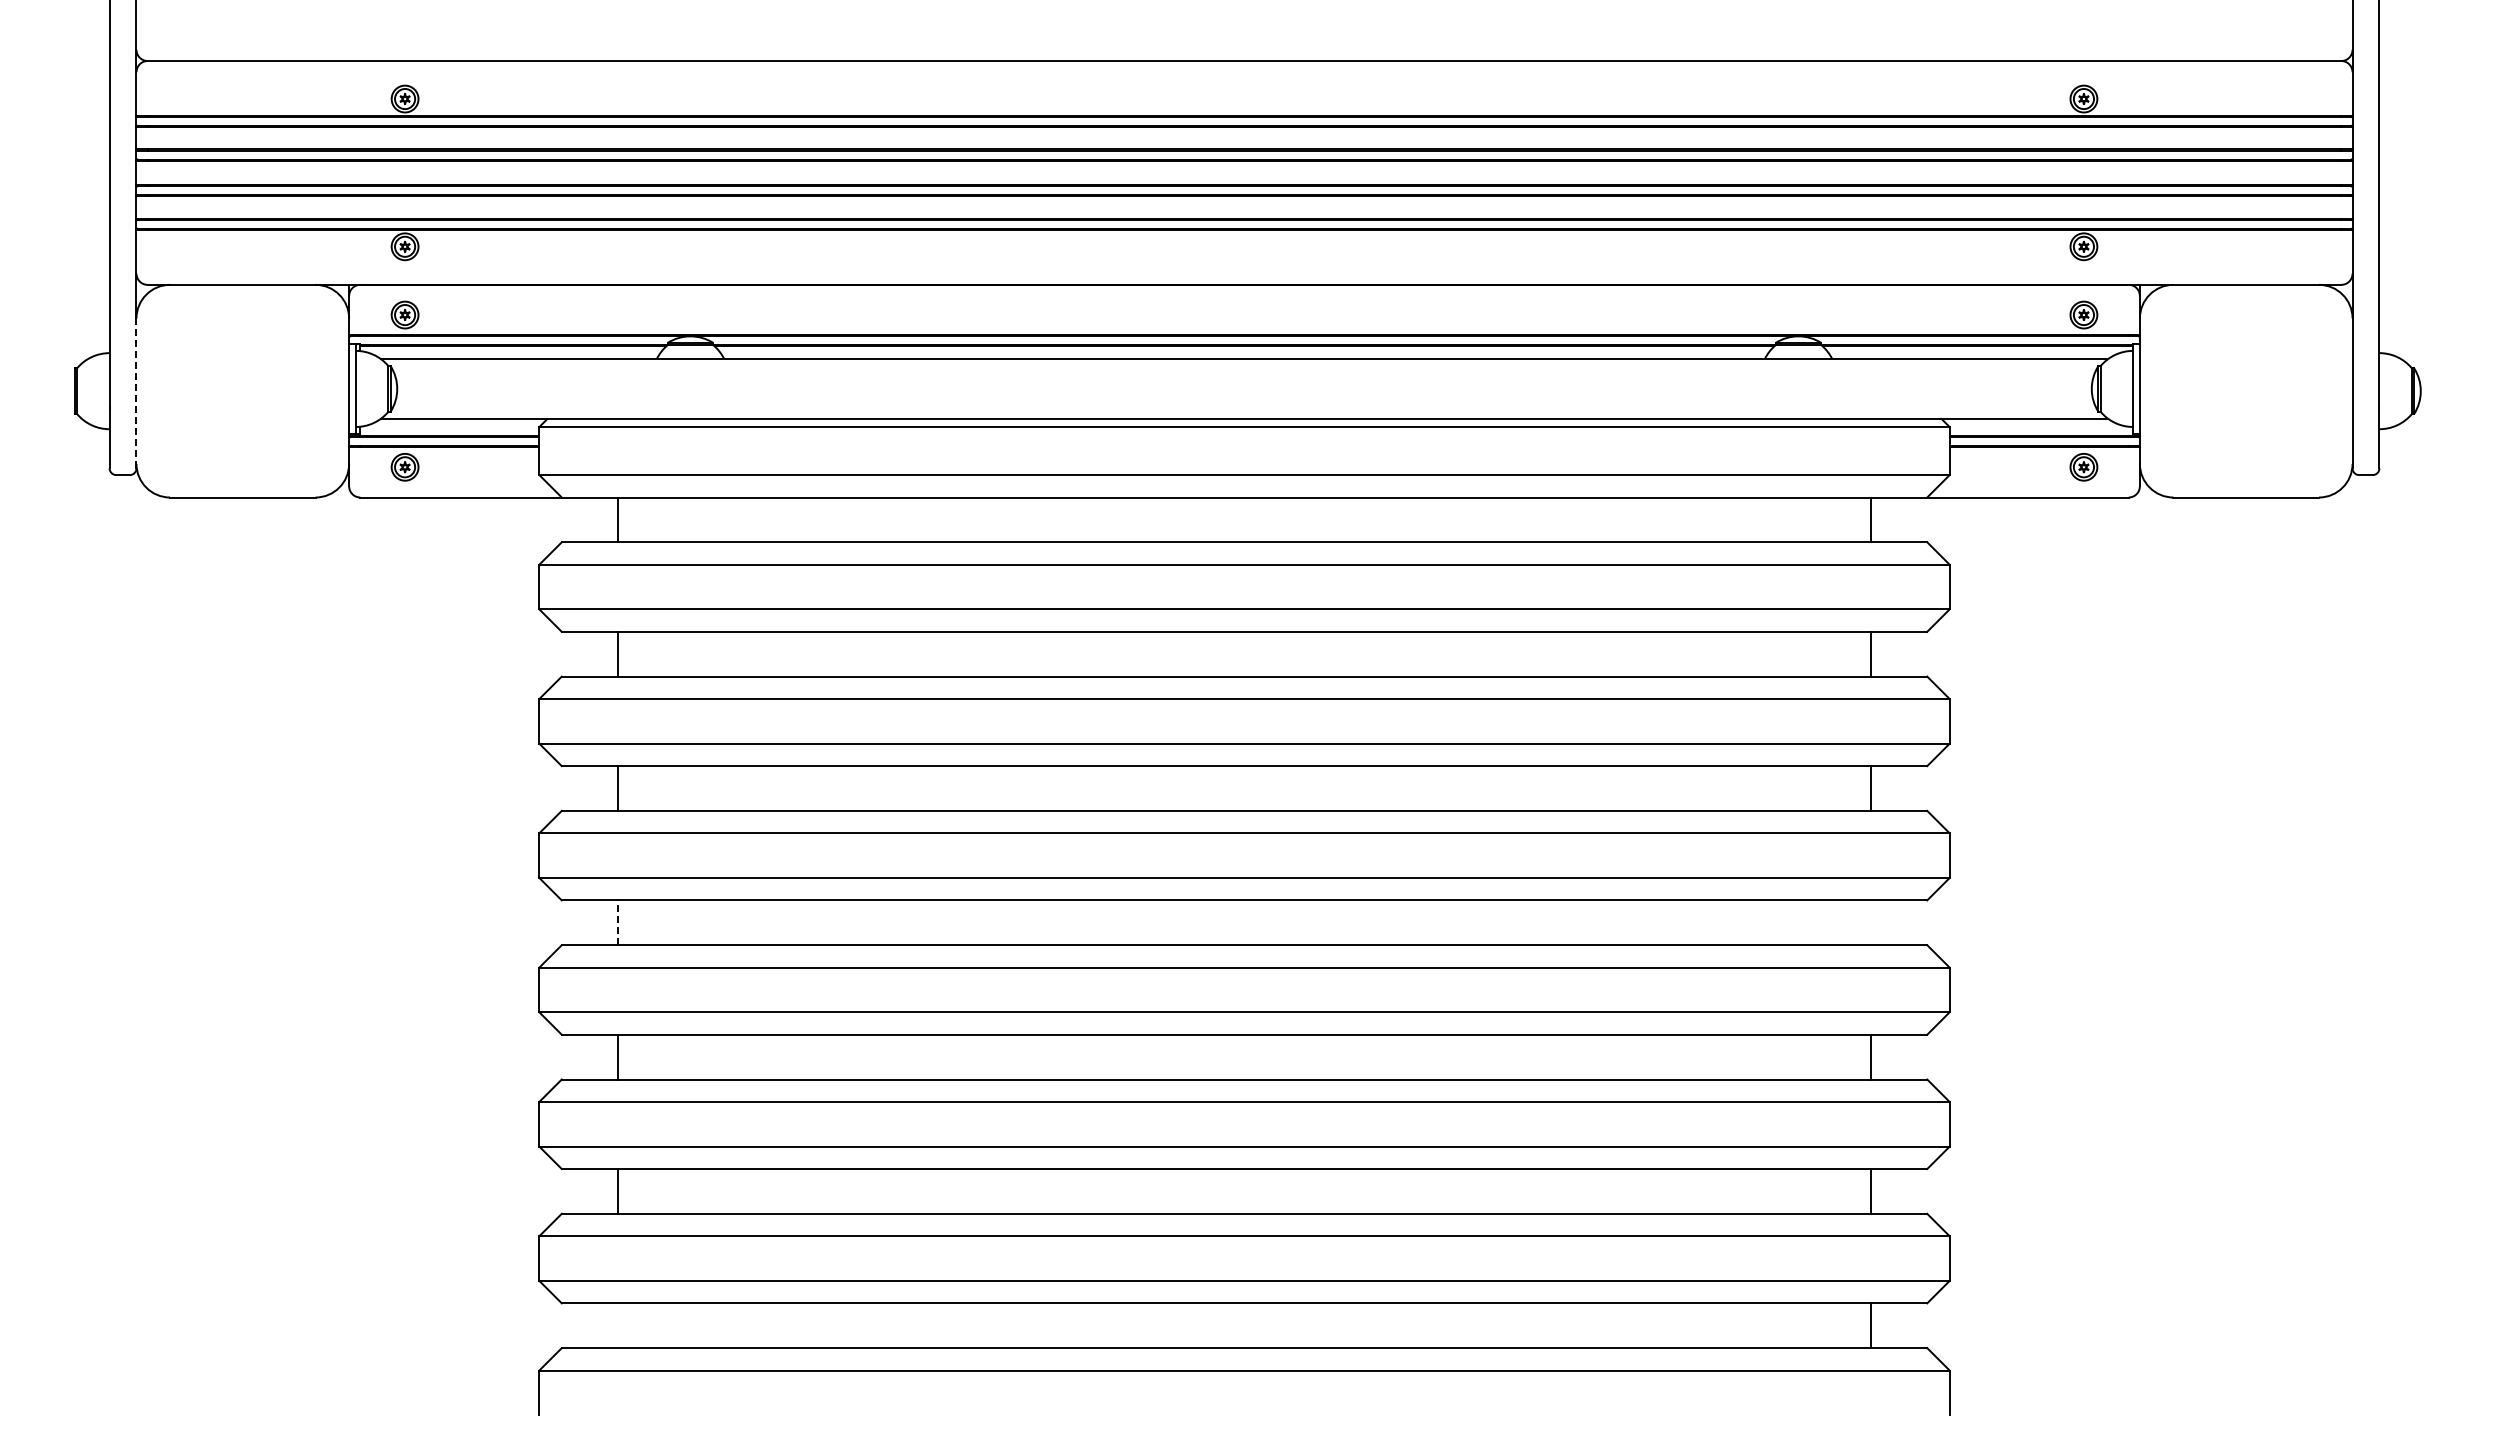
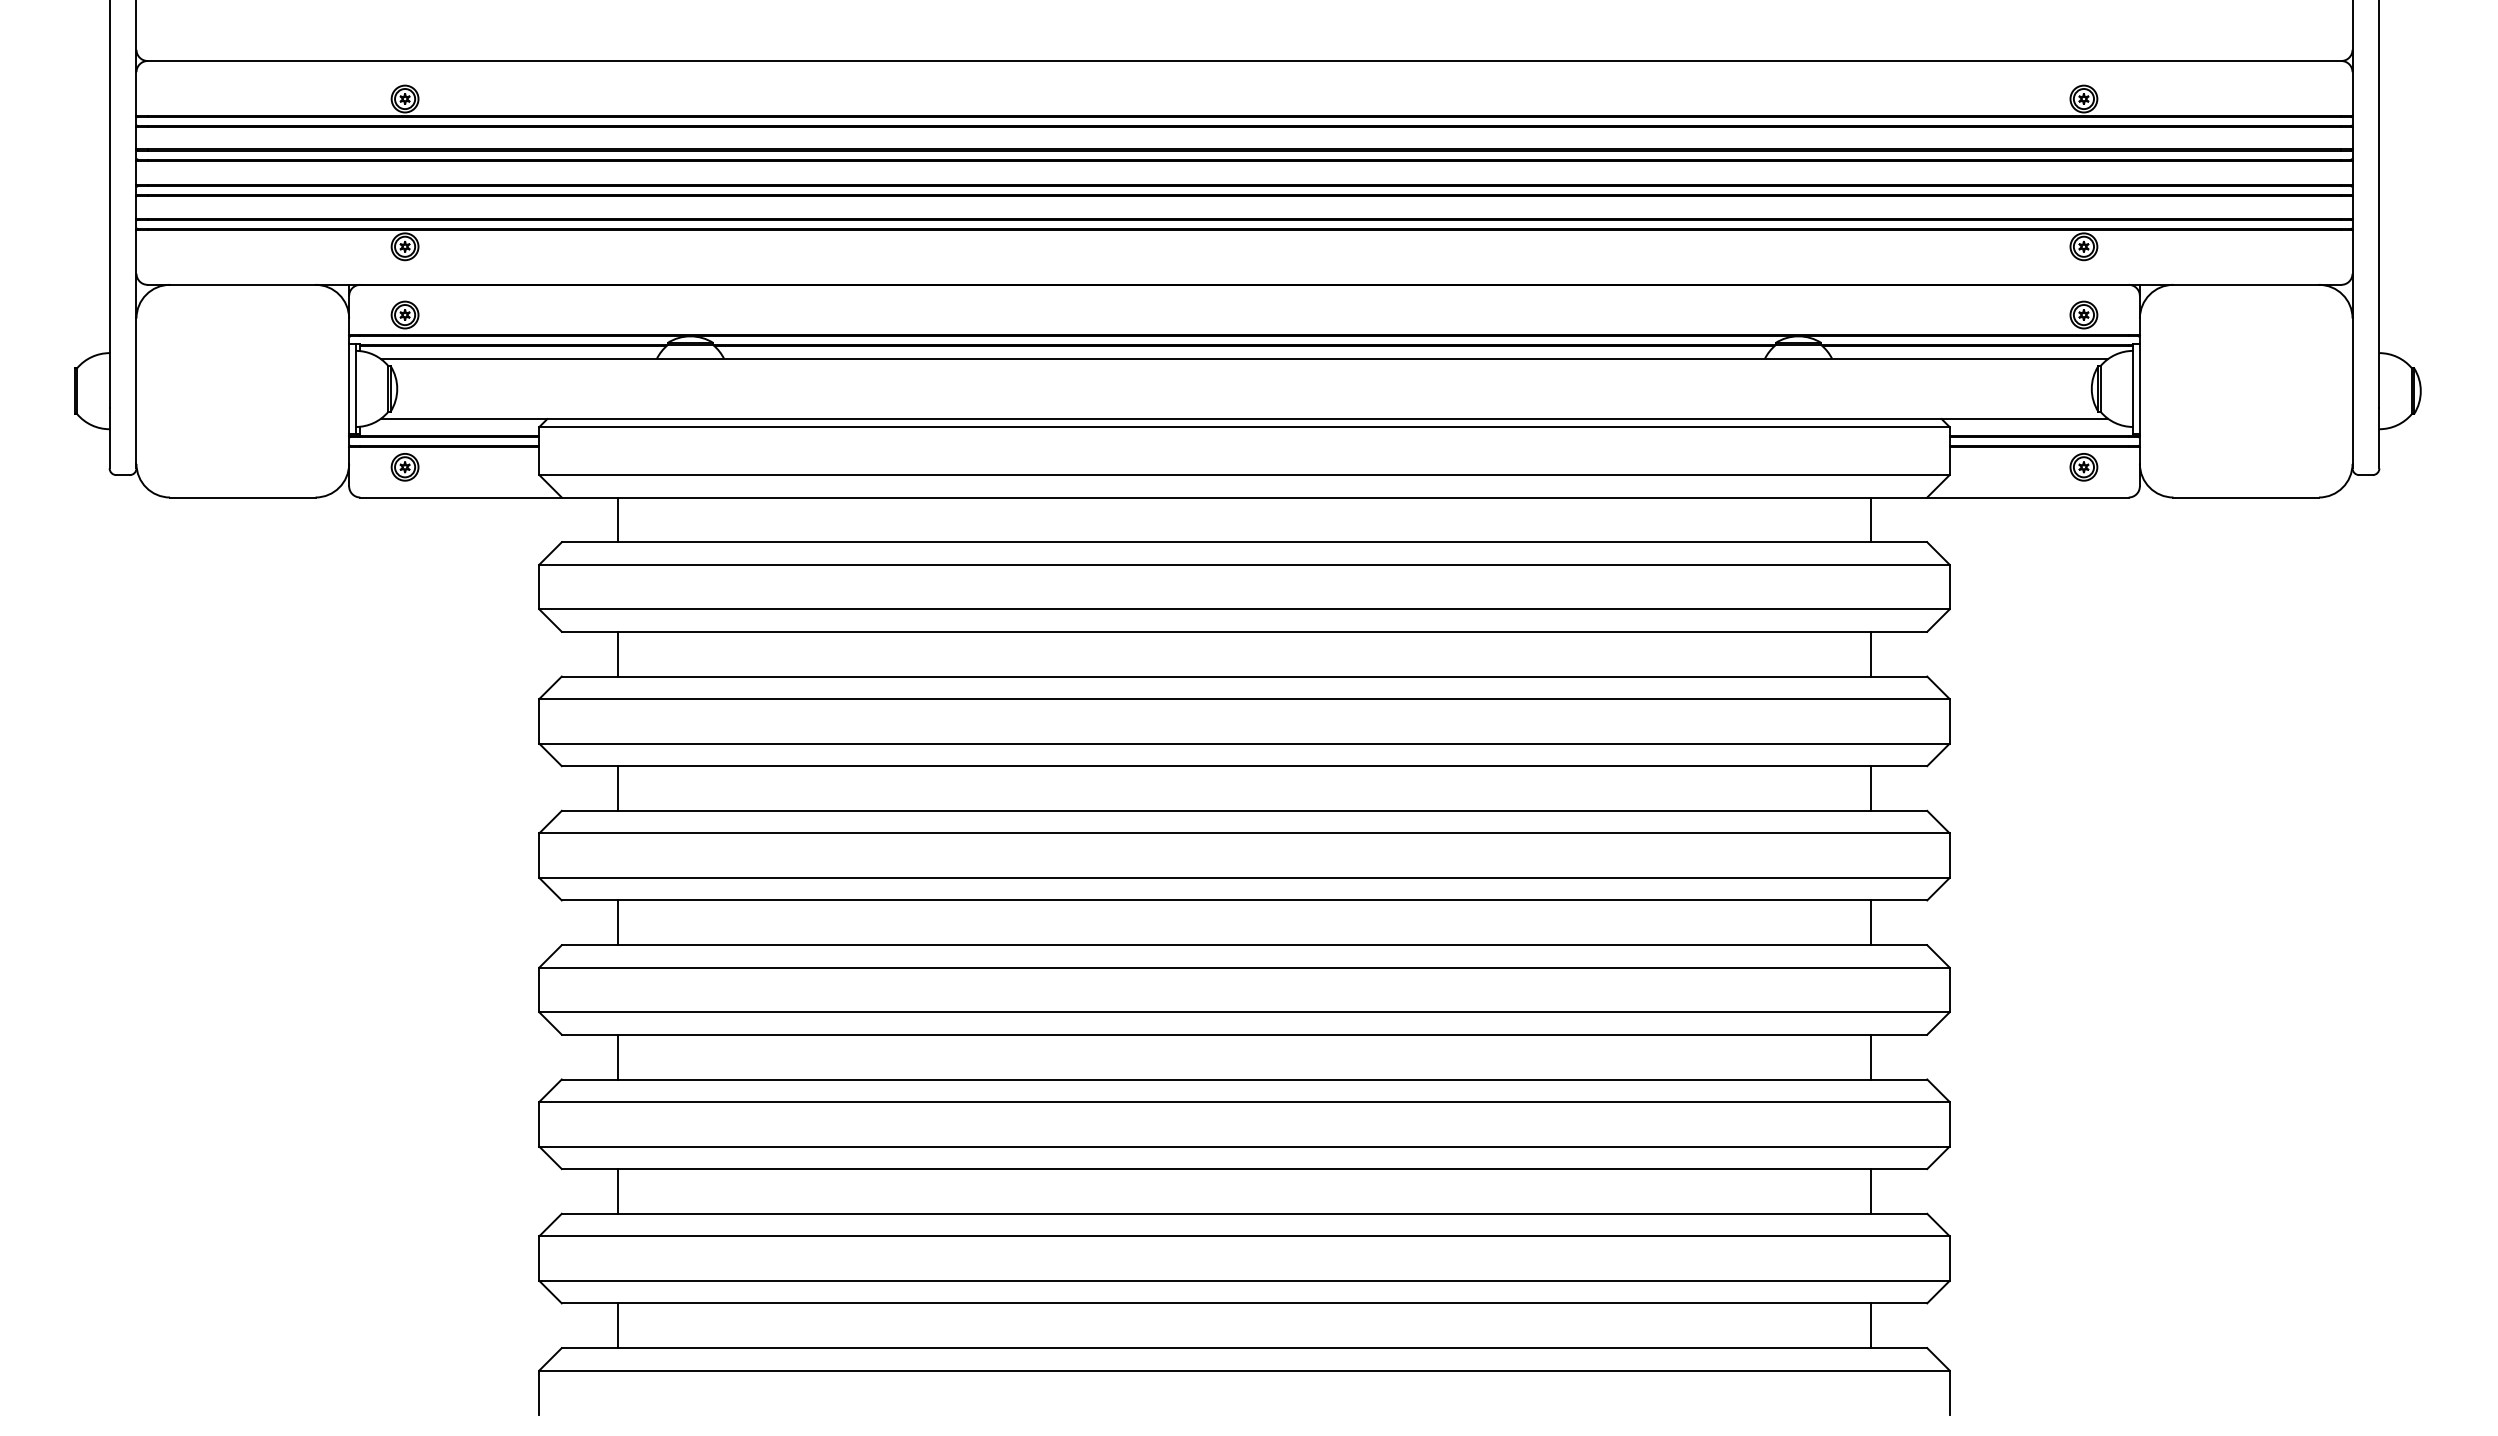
line at (136, 391): dashed -> solid
line at (617, 922): dashed -> solid
line at (1871, 922): none -> present
line at (617, 1325): none -> present
